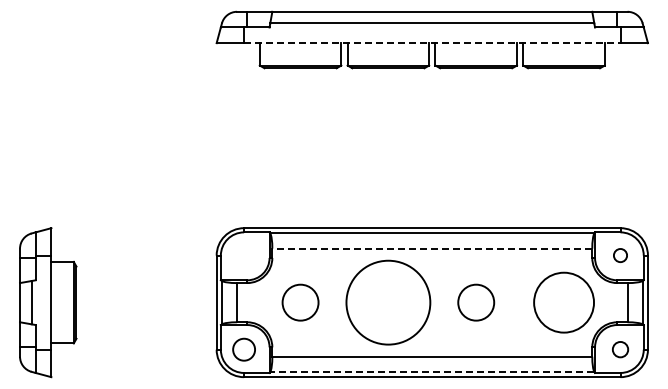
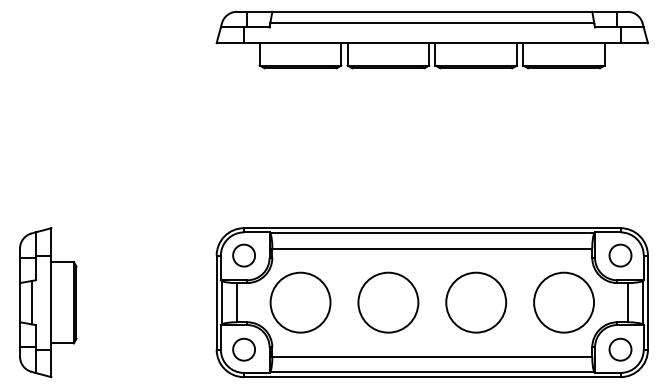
line at (432, 43): dashed -> solid
line at (432, 248): dashed -> solid
circle at (243, 255): none -> present
circle at (620, 255) size: 15x15 px -> 25x25 px
circle at (300, 302) diameter: 36 px -> 60 px
circle at (388, 302) diameter: 84 px -> 60 px
circle at (476, 302) diameter: 36 px -> 60 px
circle at (620, 349) size: 18x18 px -> 25x25 px
line at (431, 371): dashed -> solid
